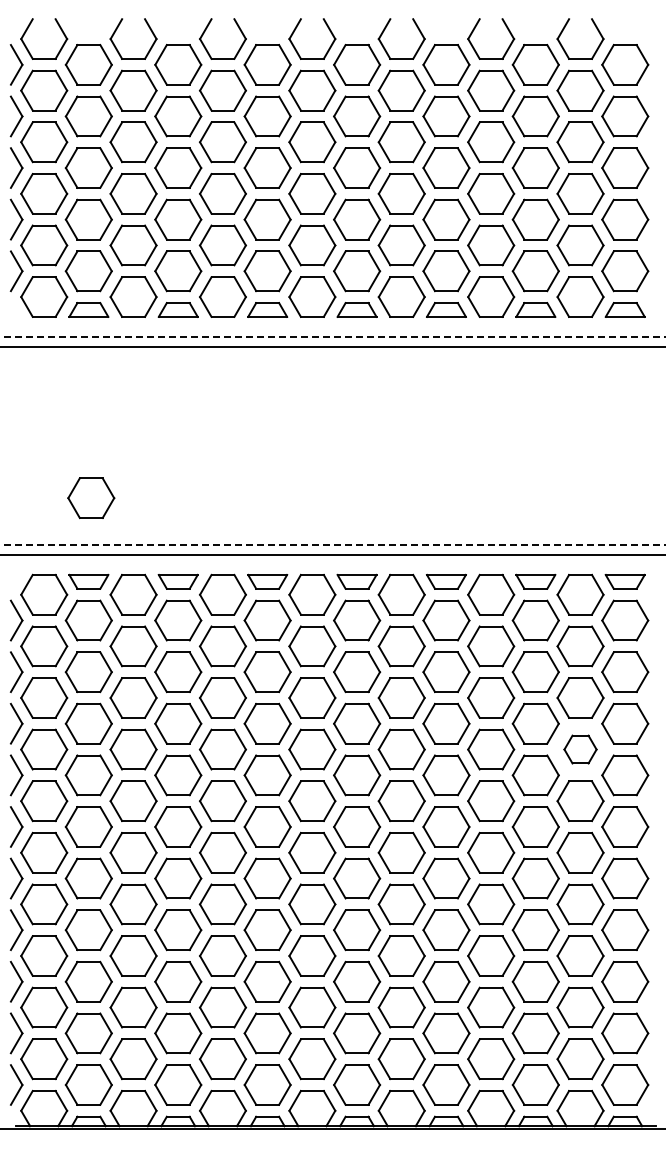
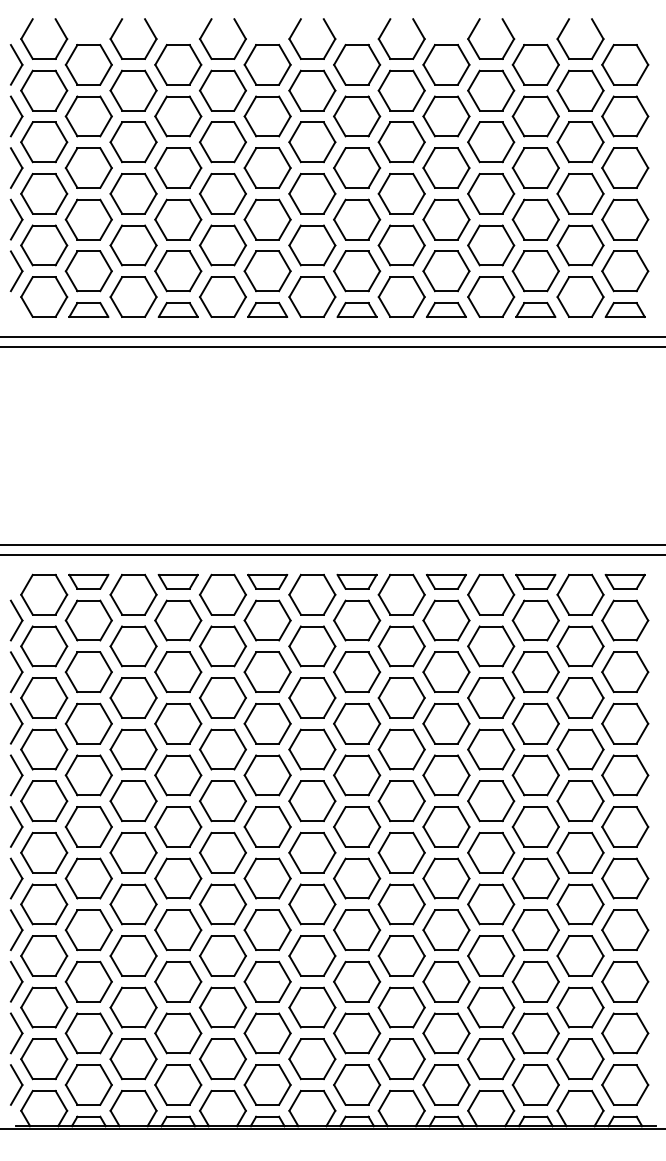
line at (333, 336): dashed -> solid
part at (91, 498): present -> none
line at (333, 545): dashed -> solid
part at (580, 749) size: 35x31 px -> 49x43 px
